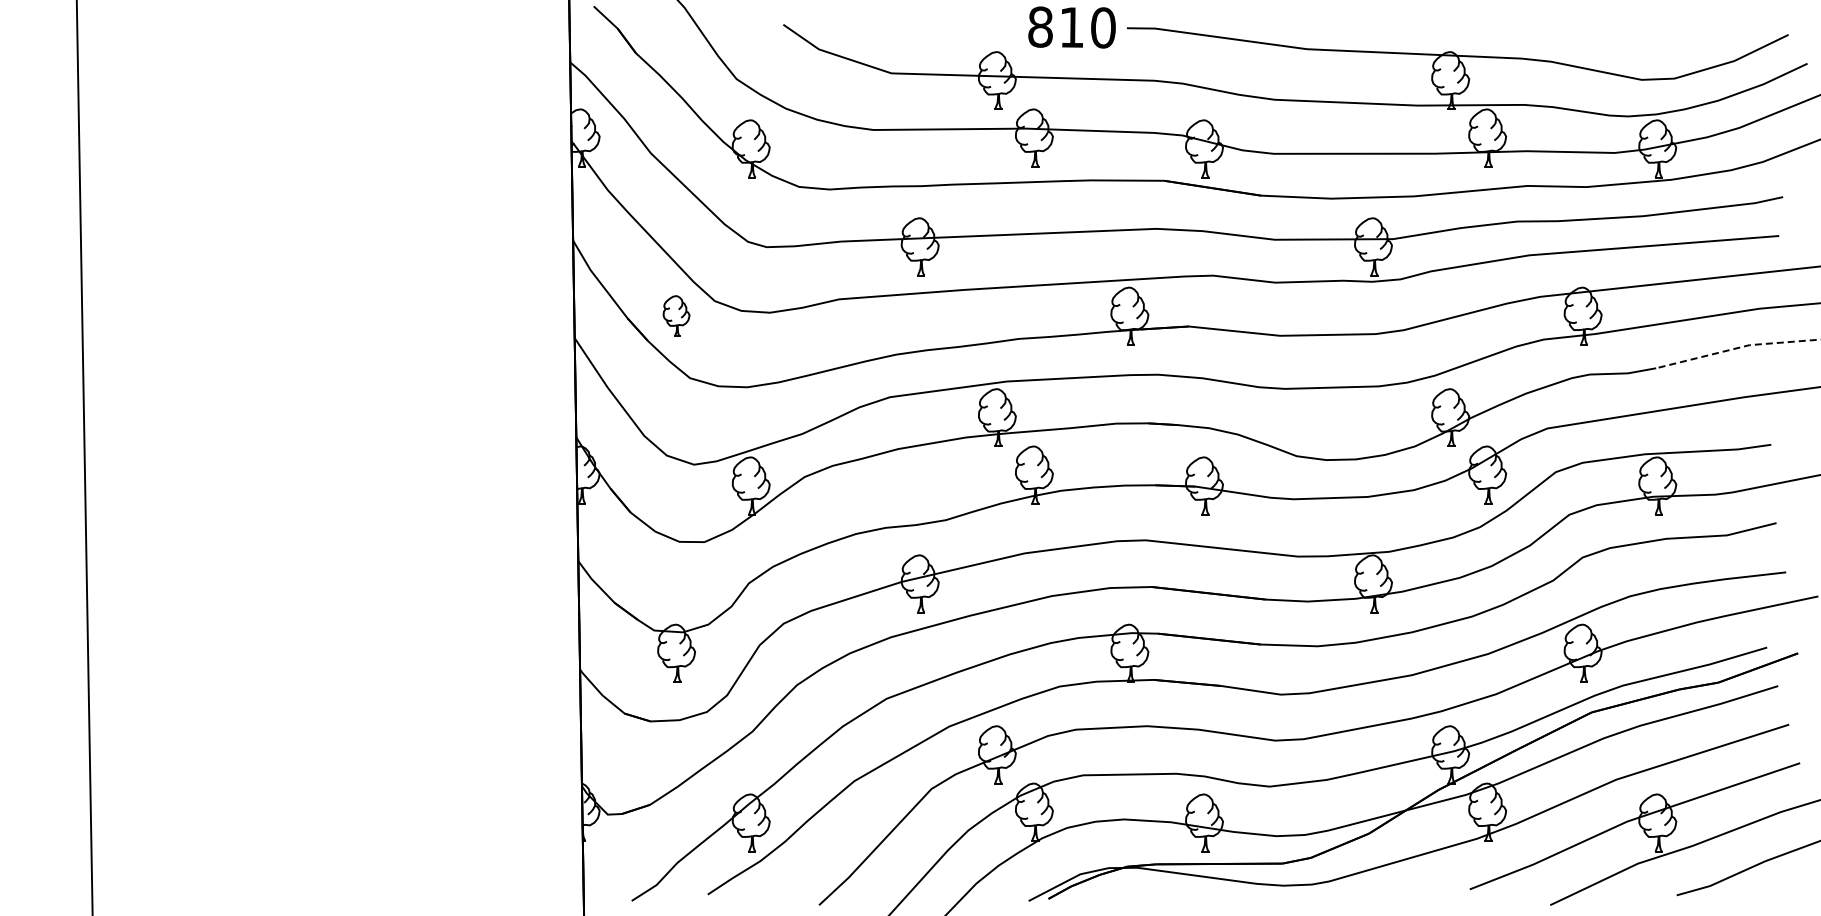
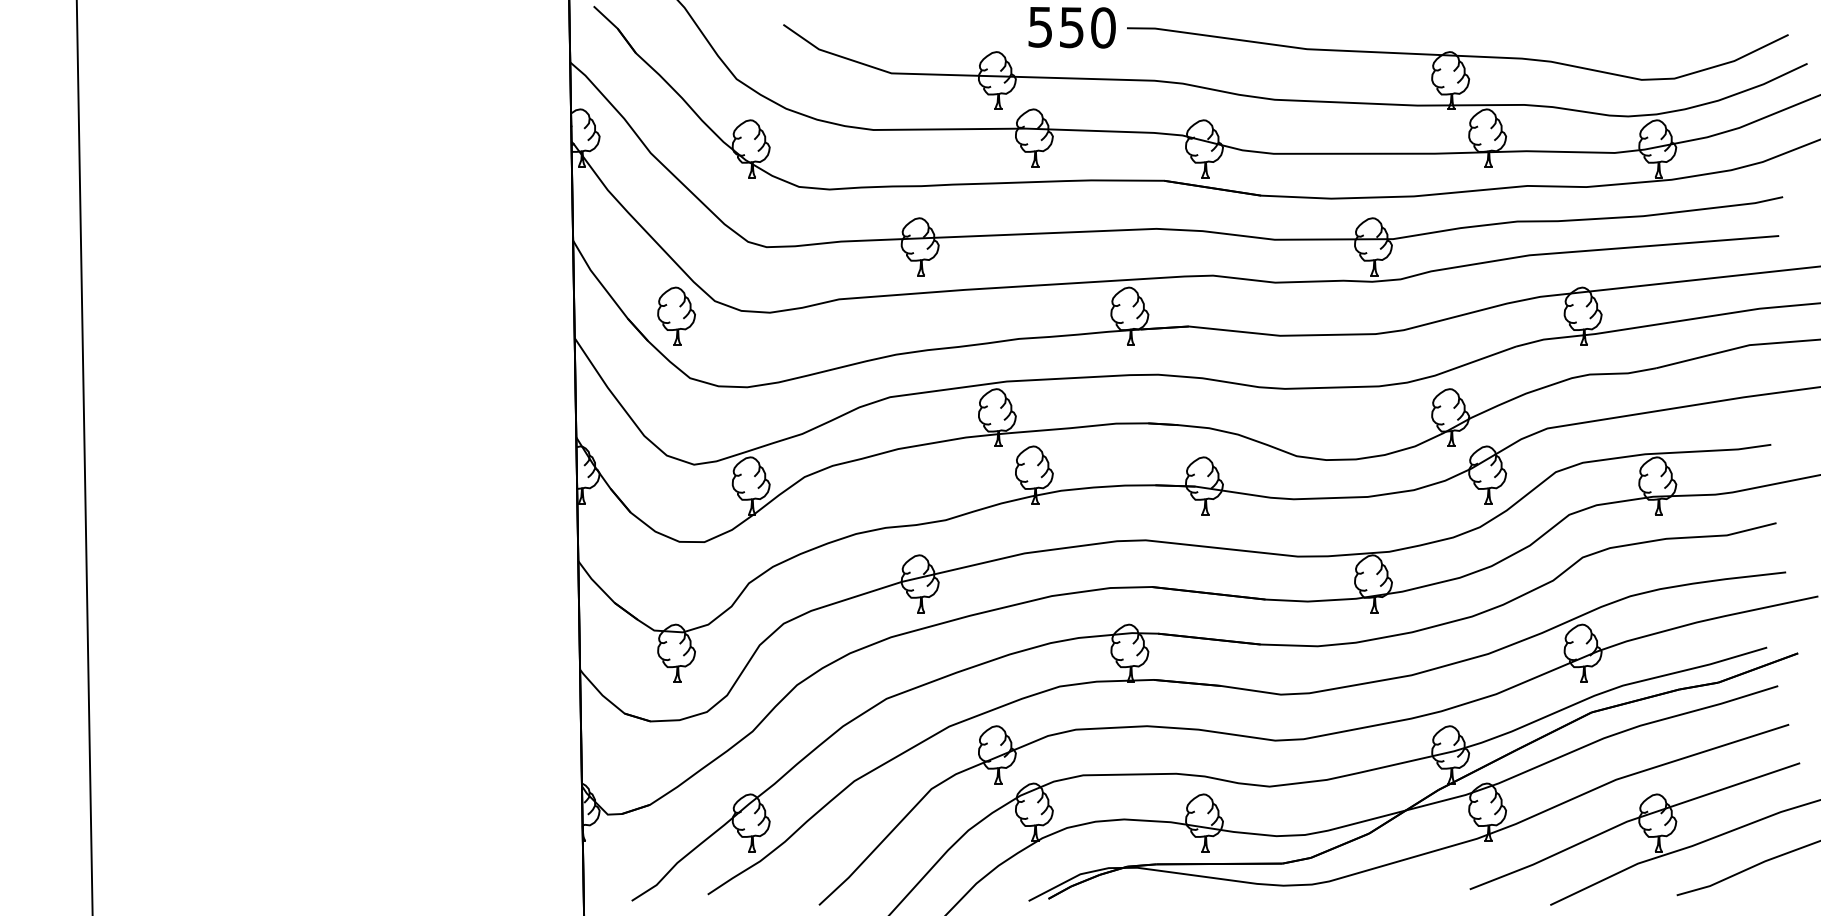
text at (1055, 27): 810 -> 550
part at (676, 315) size: 29x42 px -> 39x60 px
line at (1737, 348): dashed -> solid
